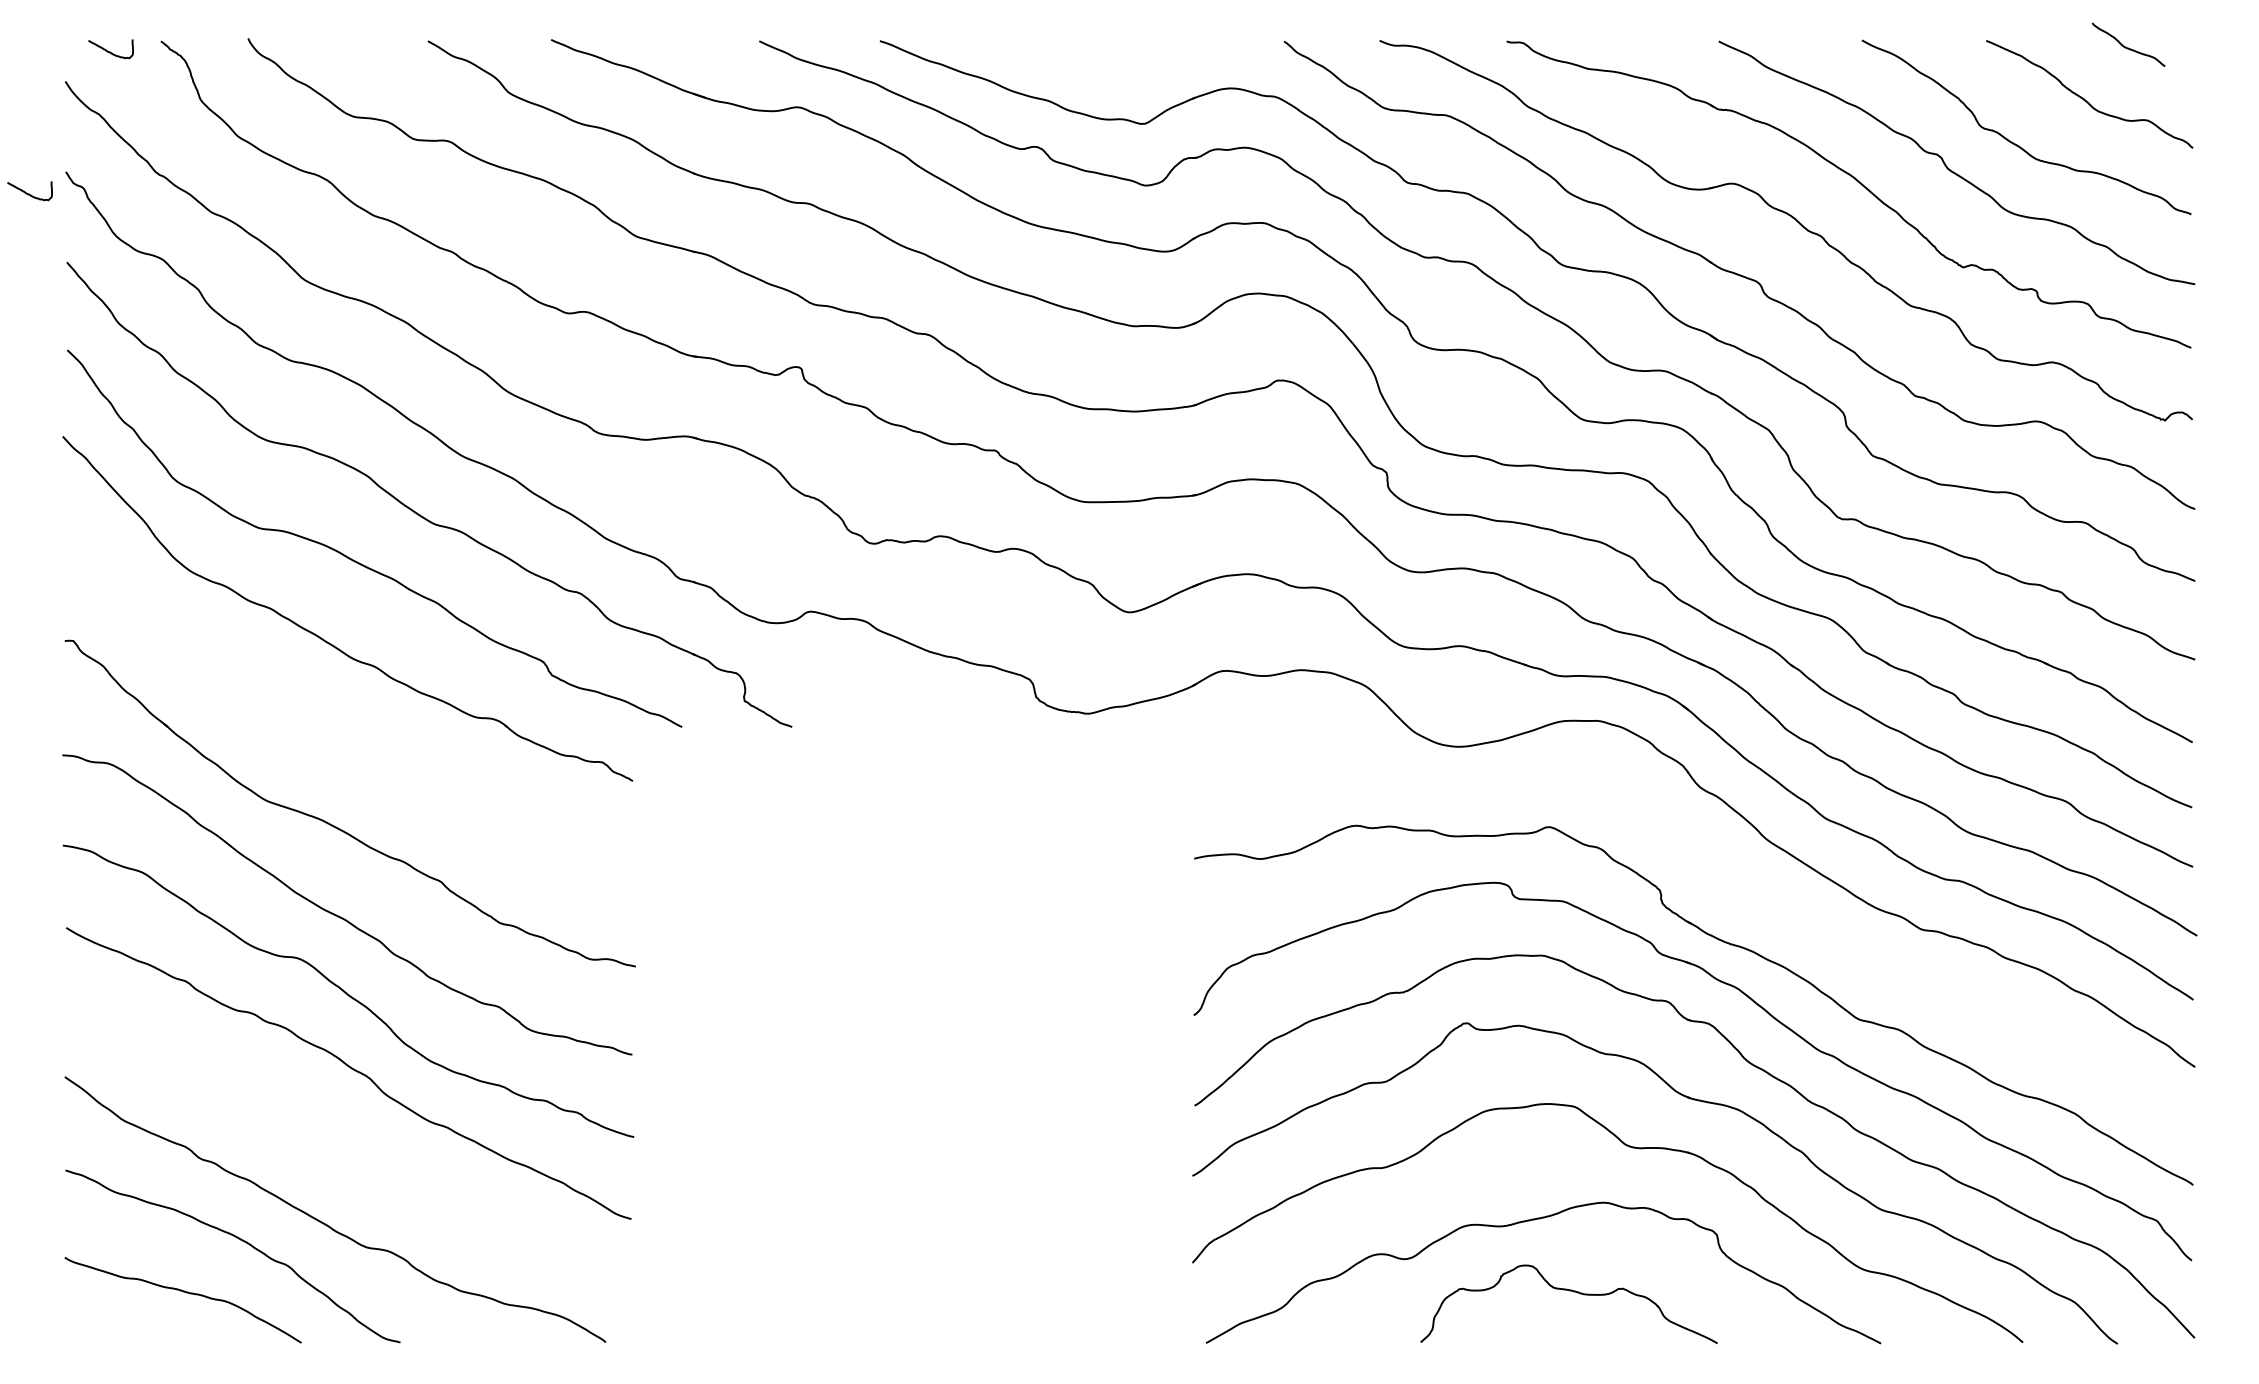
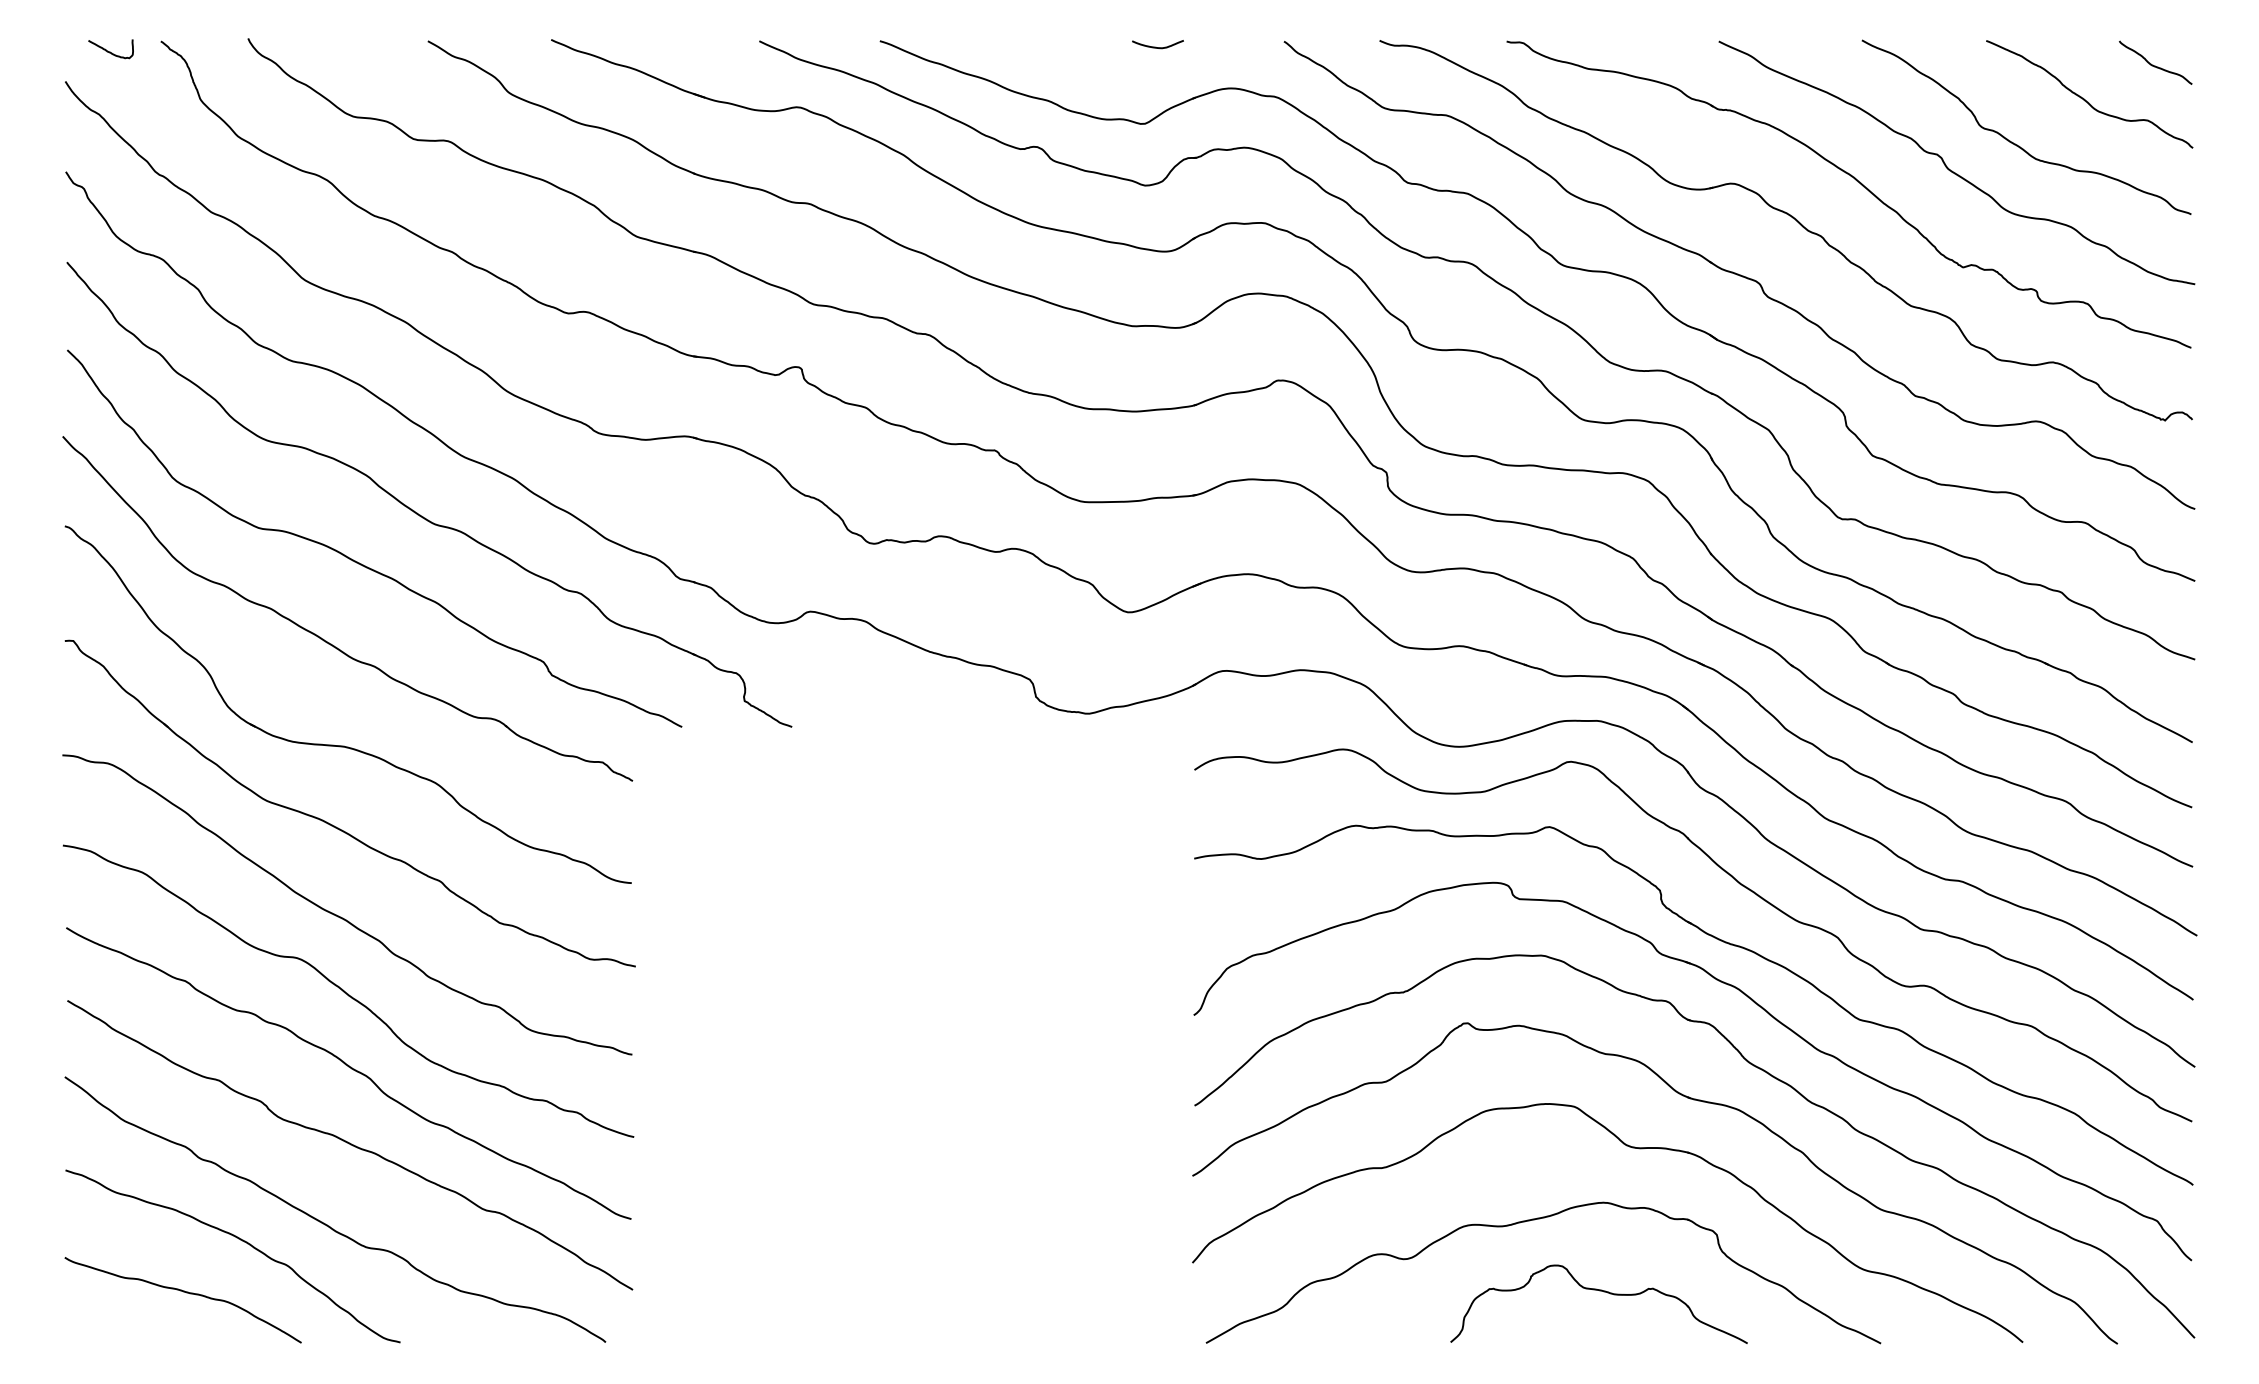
curve at (1155, 46): none -> present
curve at (2126, 46) position: (2126, 46) -> (2153, 64)
curve at (29, 193): present -> none
part at (344, 745): none -> present
part at (1739, 884): none -> present
curve at (350, 1145): none -> present
part at (1569, 1291) position: (1569, 1291) -> (1599, 1291)
